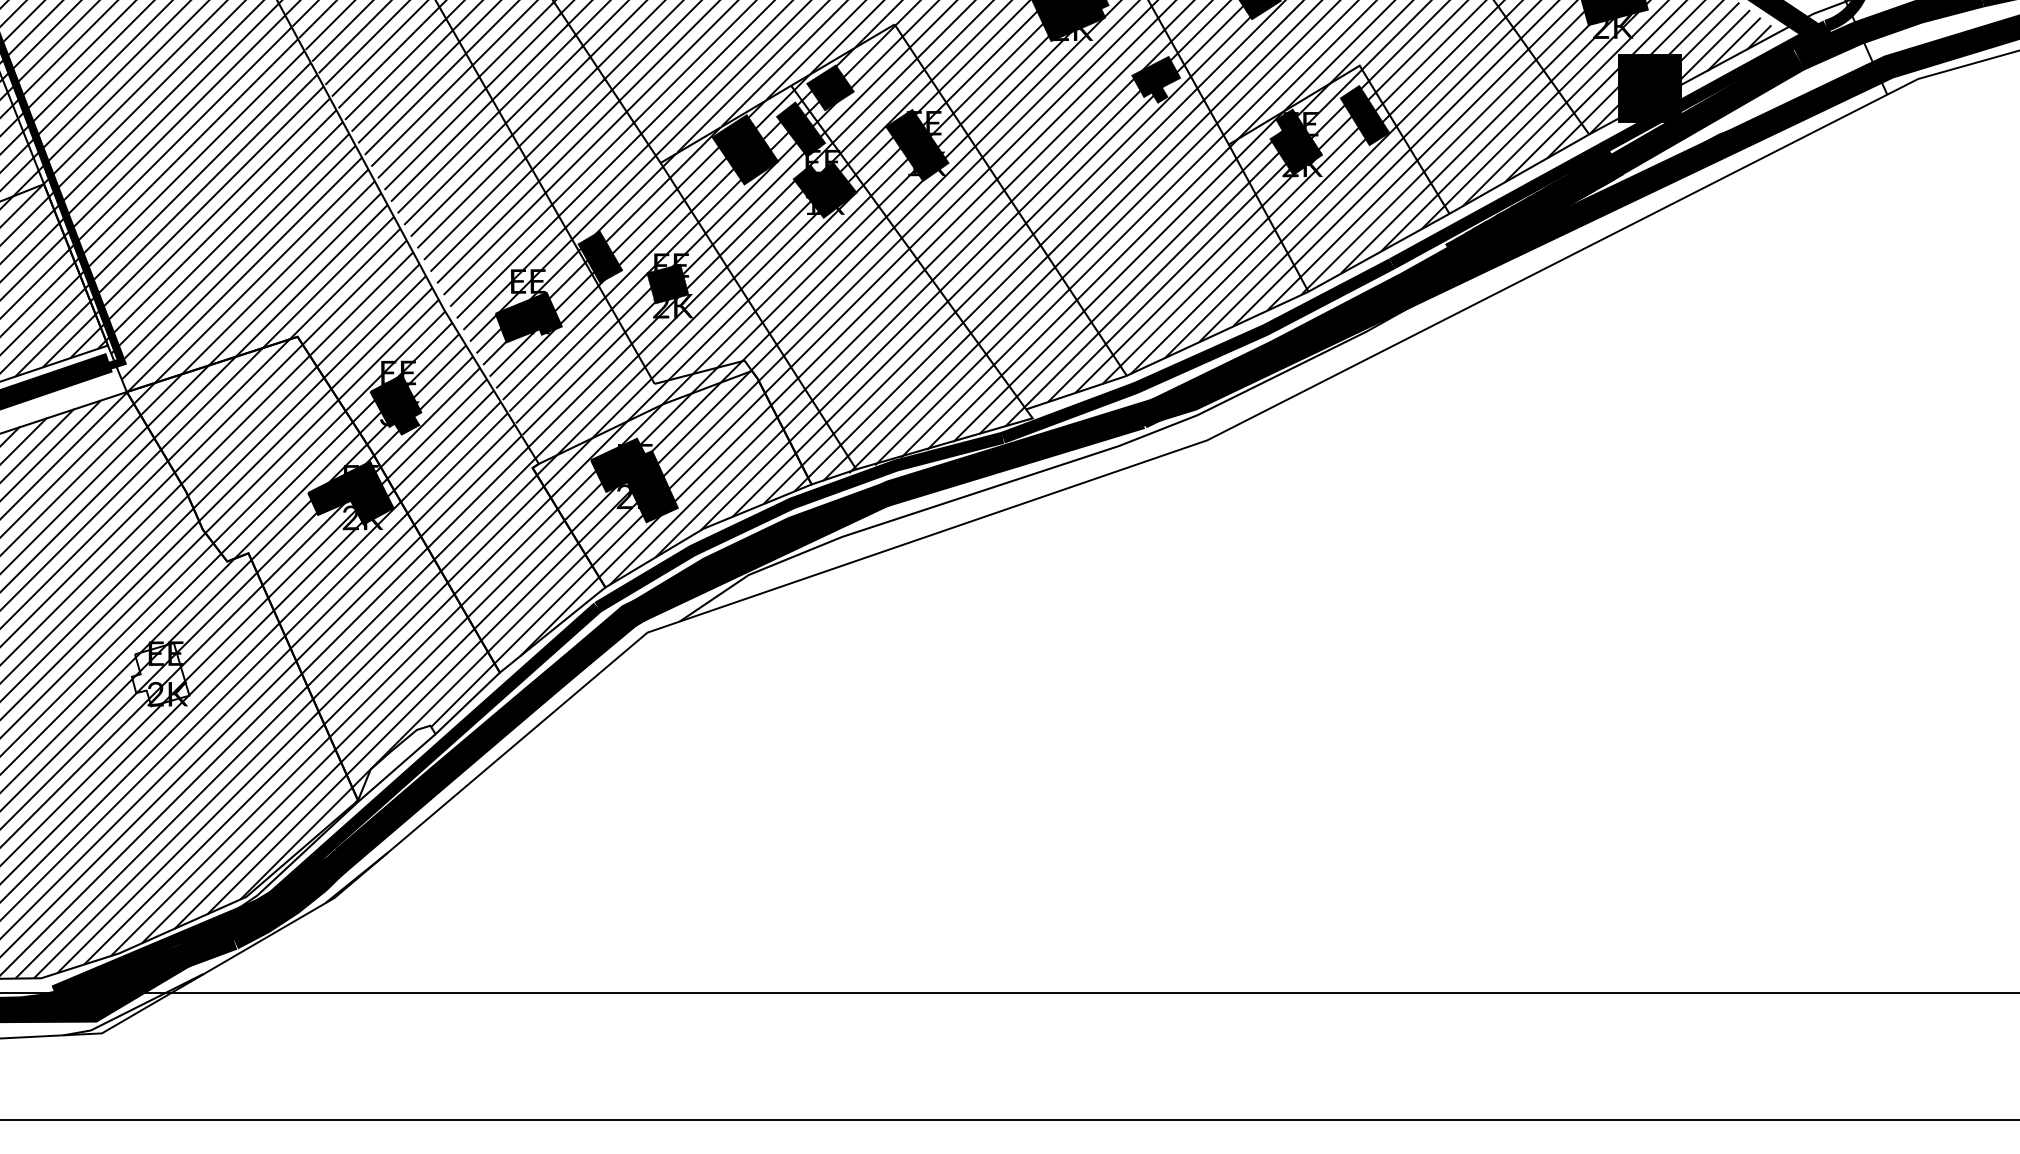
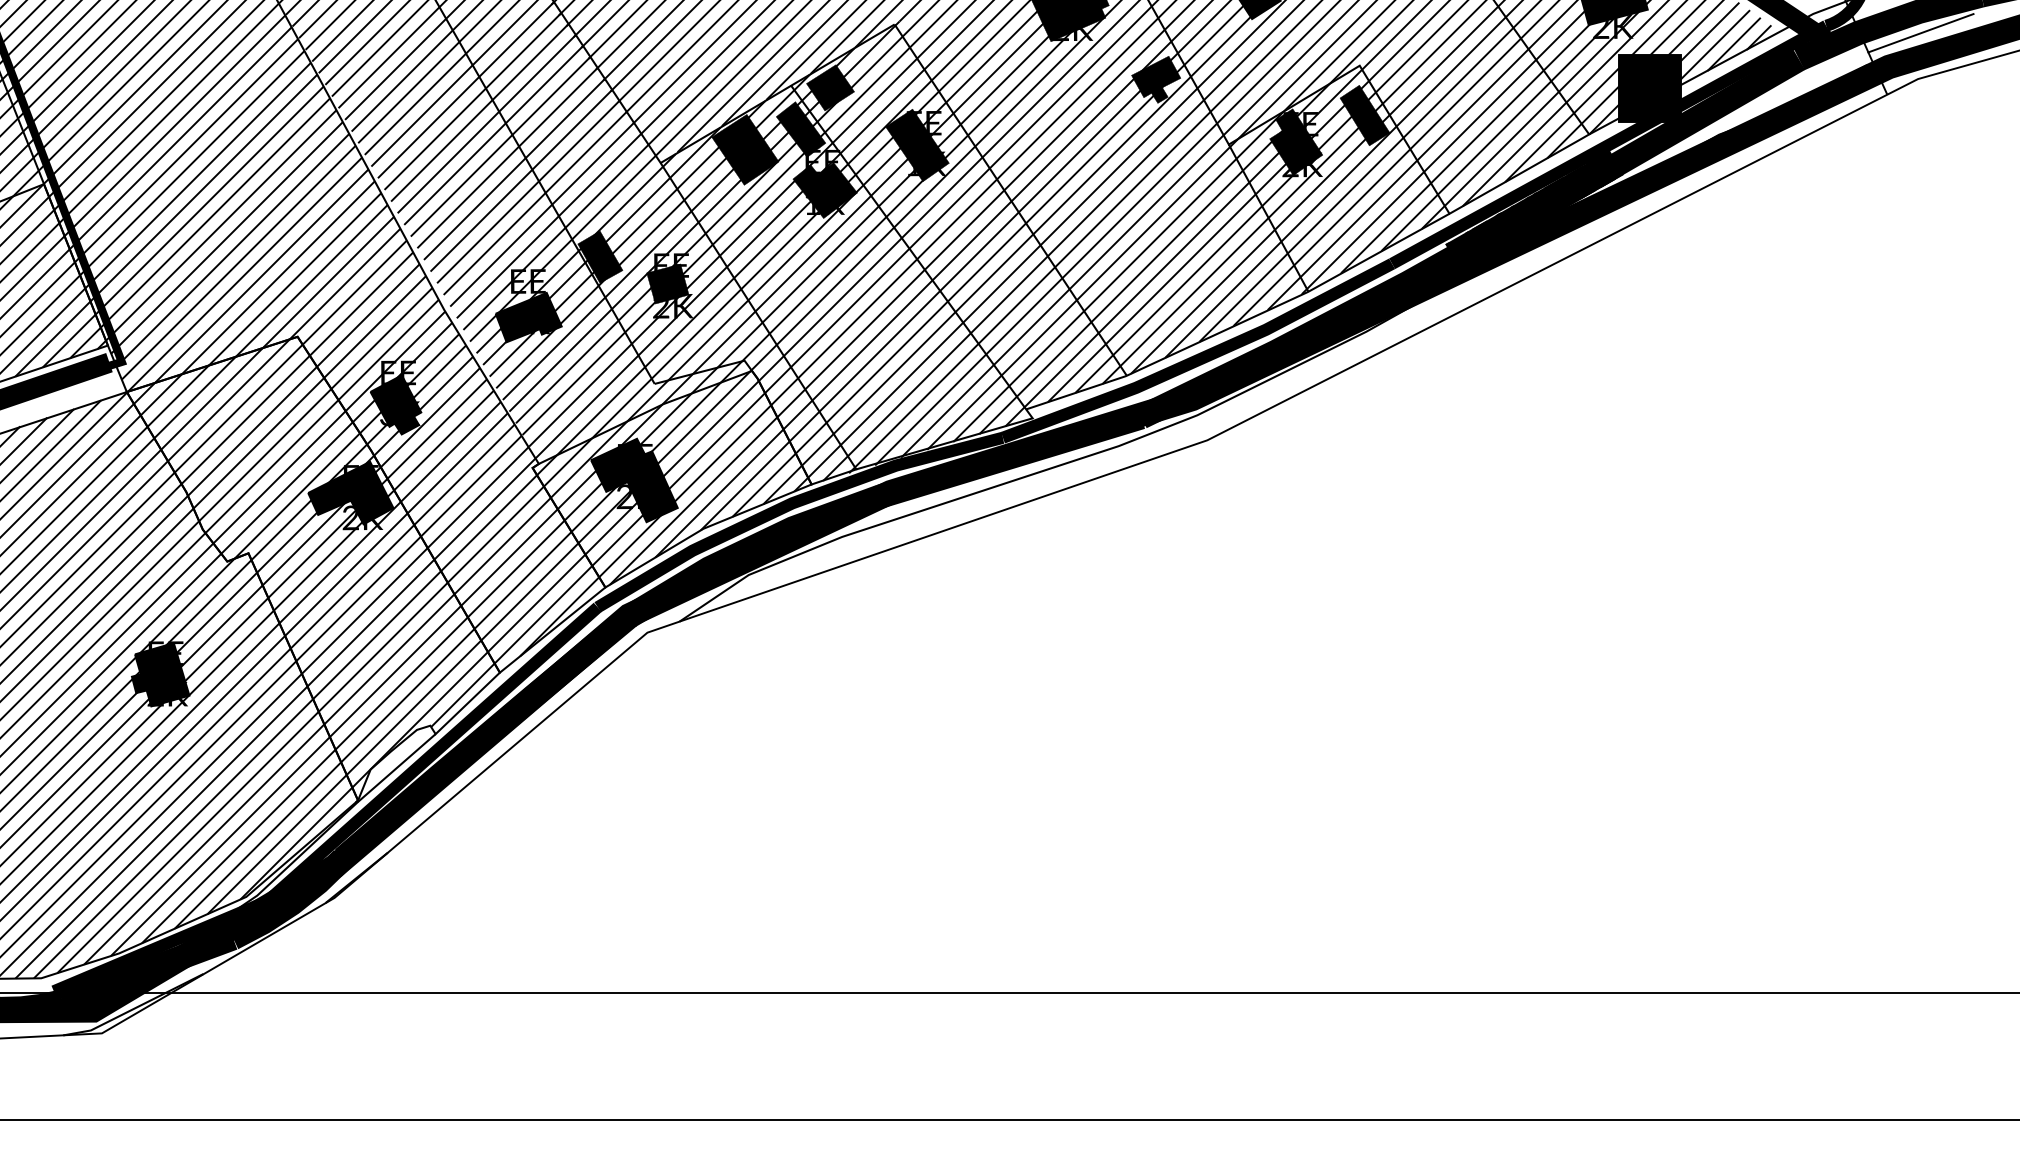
line at (1920, 33): none -> present
fill at (160, 674): none -> present
